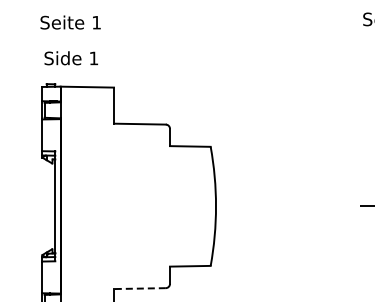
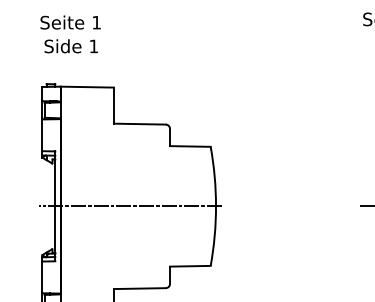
text at (70, 58) position: (70, 58) -> (70, 46)
line at (130, 206): none -> present
line at (139, 288): dashed -> solid
